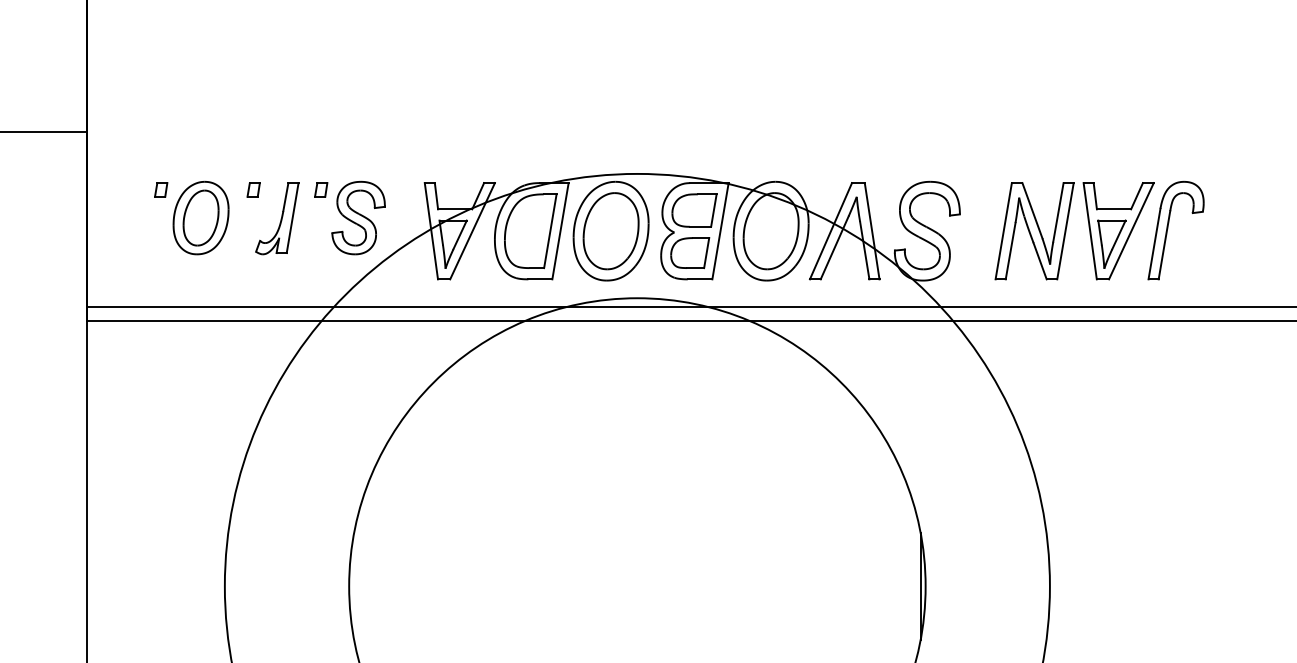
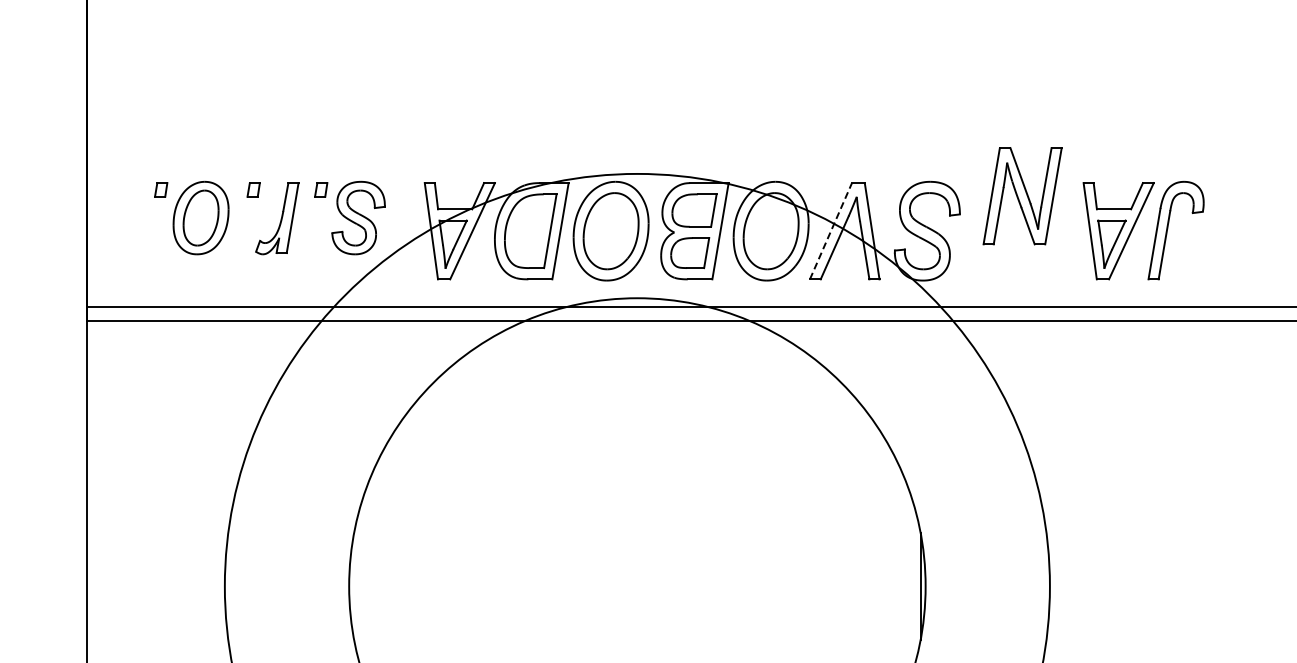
line at (44, 132): present -> none
line at (830, 231): solid -> dashed
part at (1034, 231) position: (1034, 231) -> (1022, 196)
